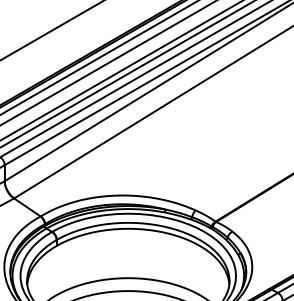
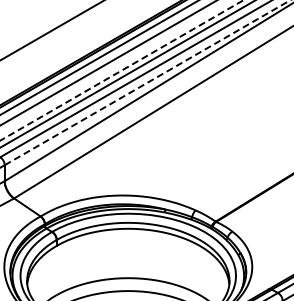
line at (122, 70): solid -> dashed
line at (147, 82): solid -> dashed
